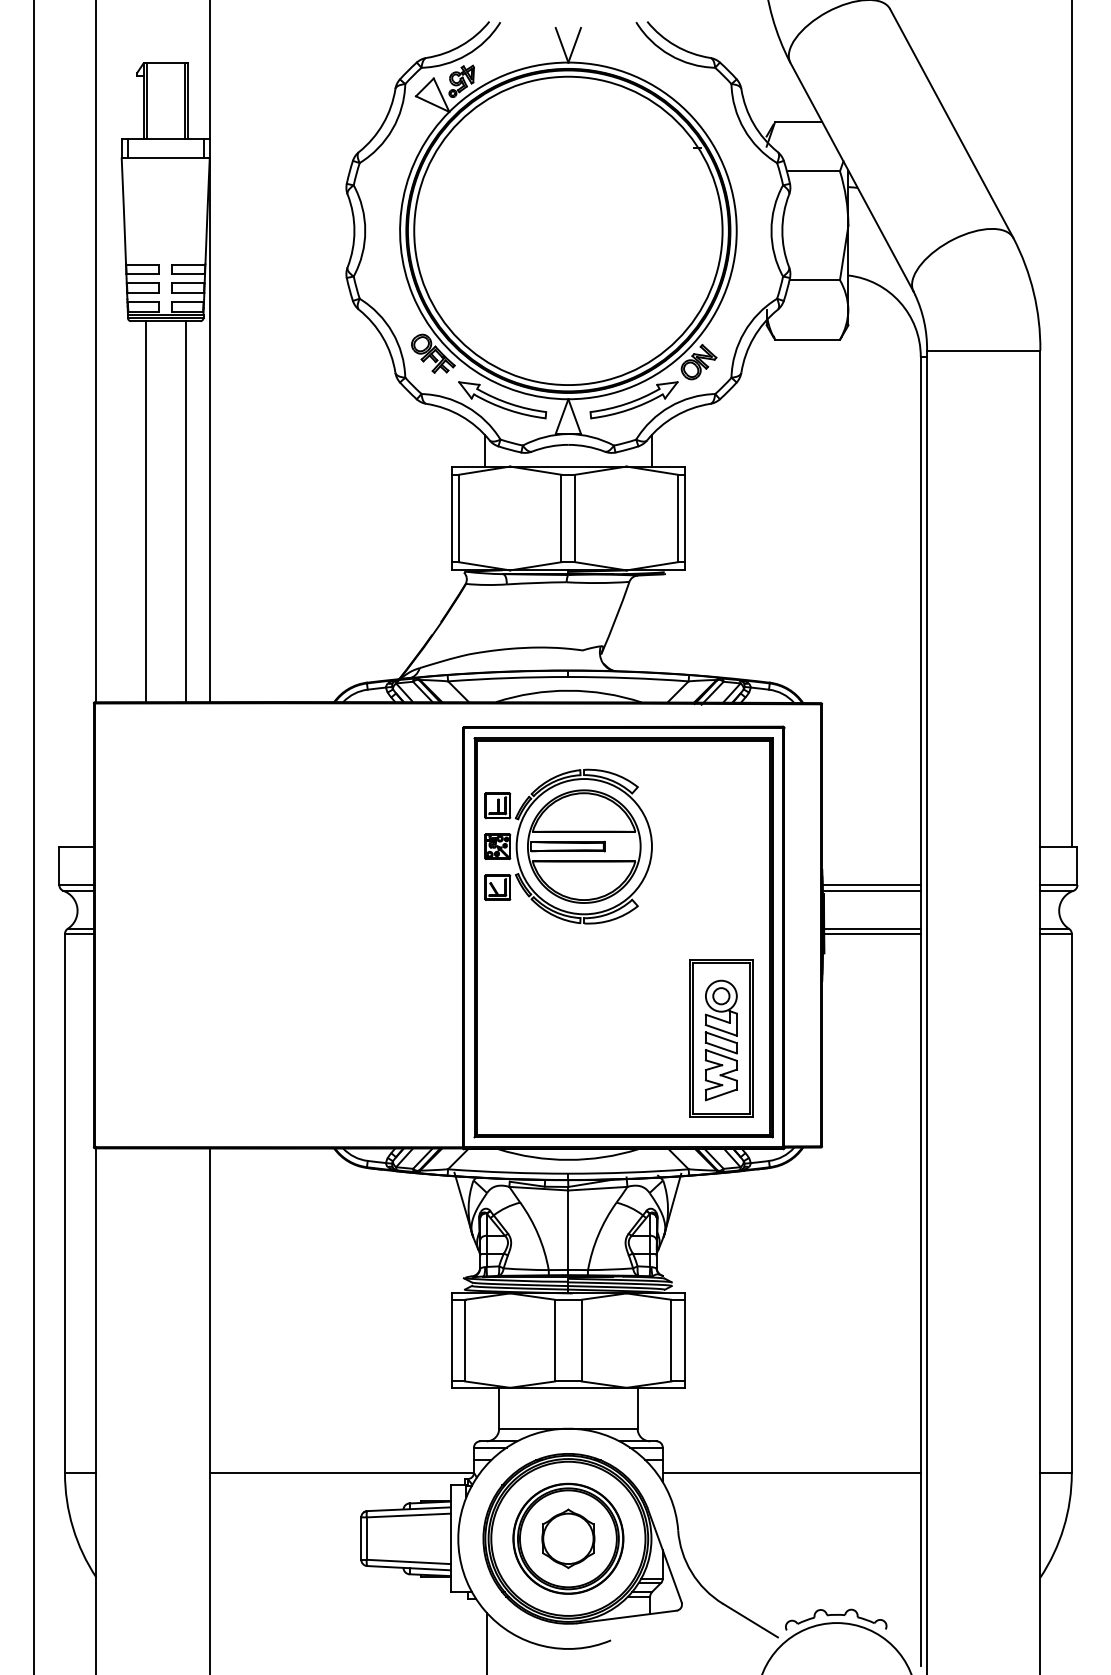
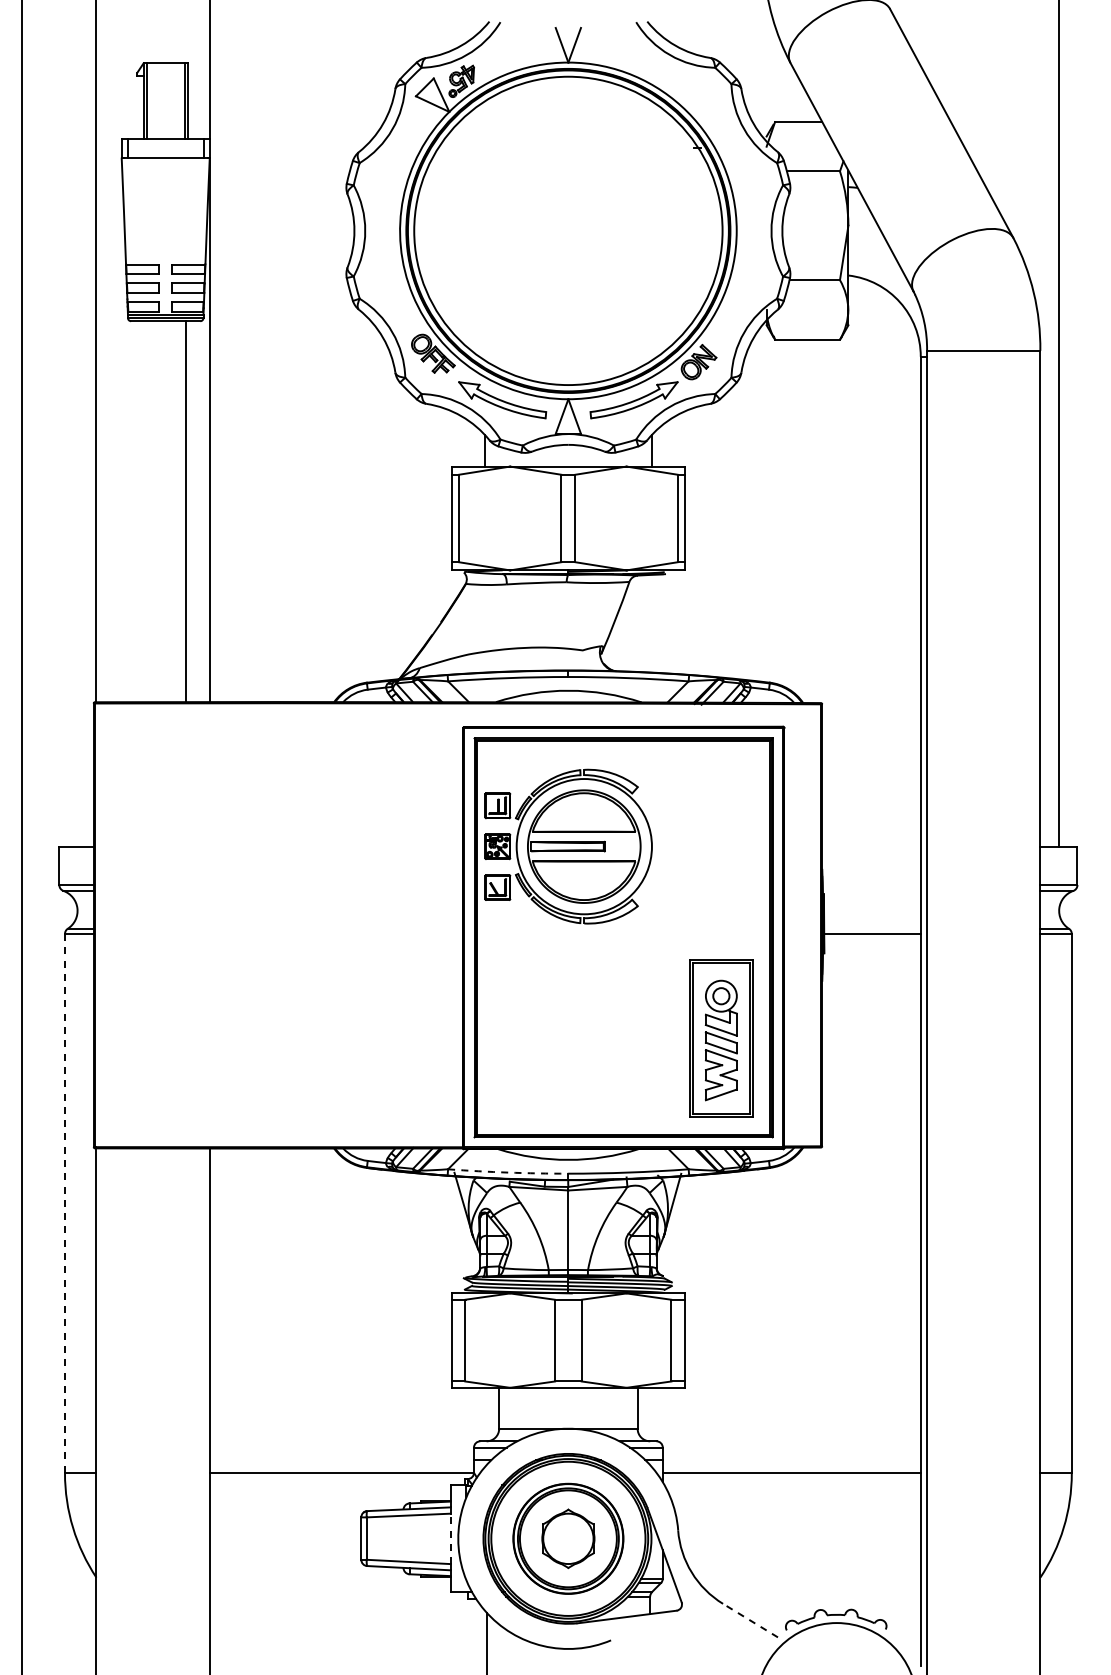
line at (1071, 424) position: (1071, 424) -> (1058, 424)
line at (145, 511): present -> none
line at (33, 836) position: (33, 836) -> (21, 836)
line at (870, 885): present -> none
line at (872, 890): present -> none
line at (872, 928): present -> none
arc at (508, 1172): solid -> dashed
line at (64, 1203): solid -> dashed
line at (450, 1538): solid -> dashed
line at (750, 1620): solid -> dashed
